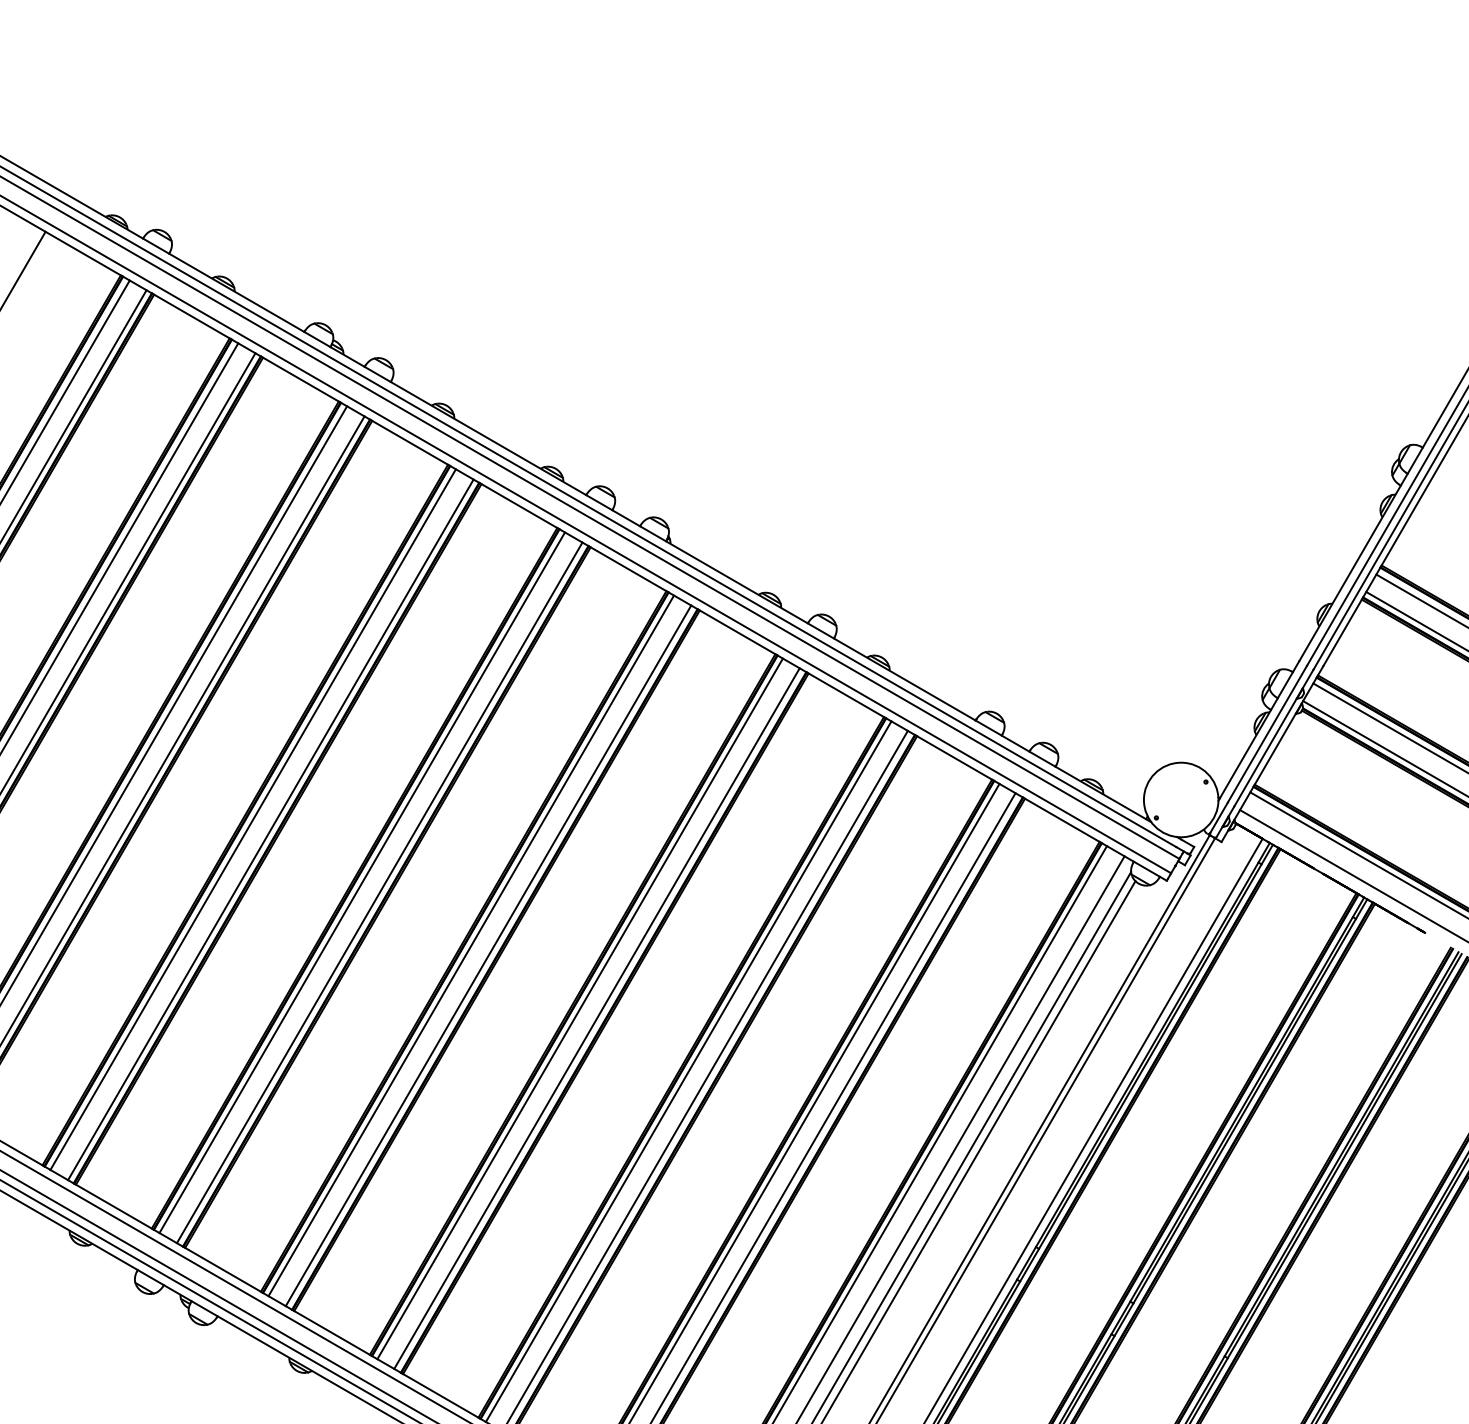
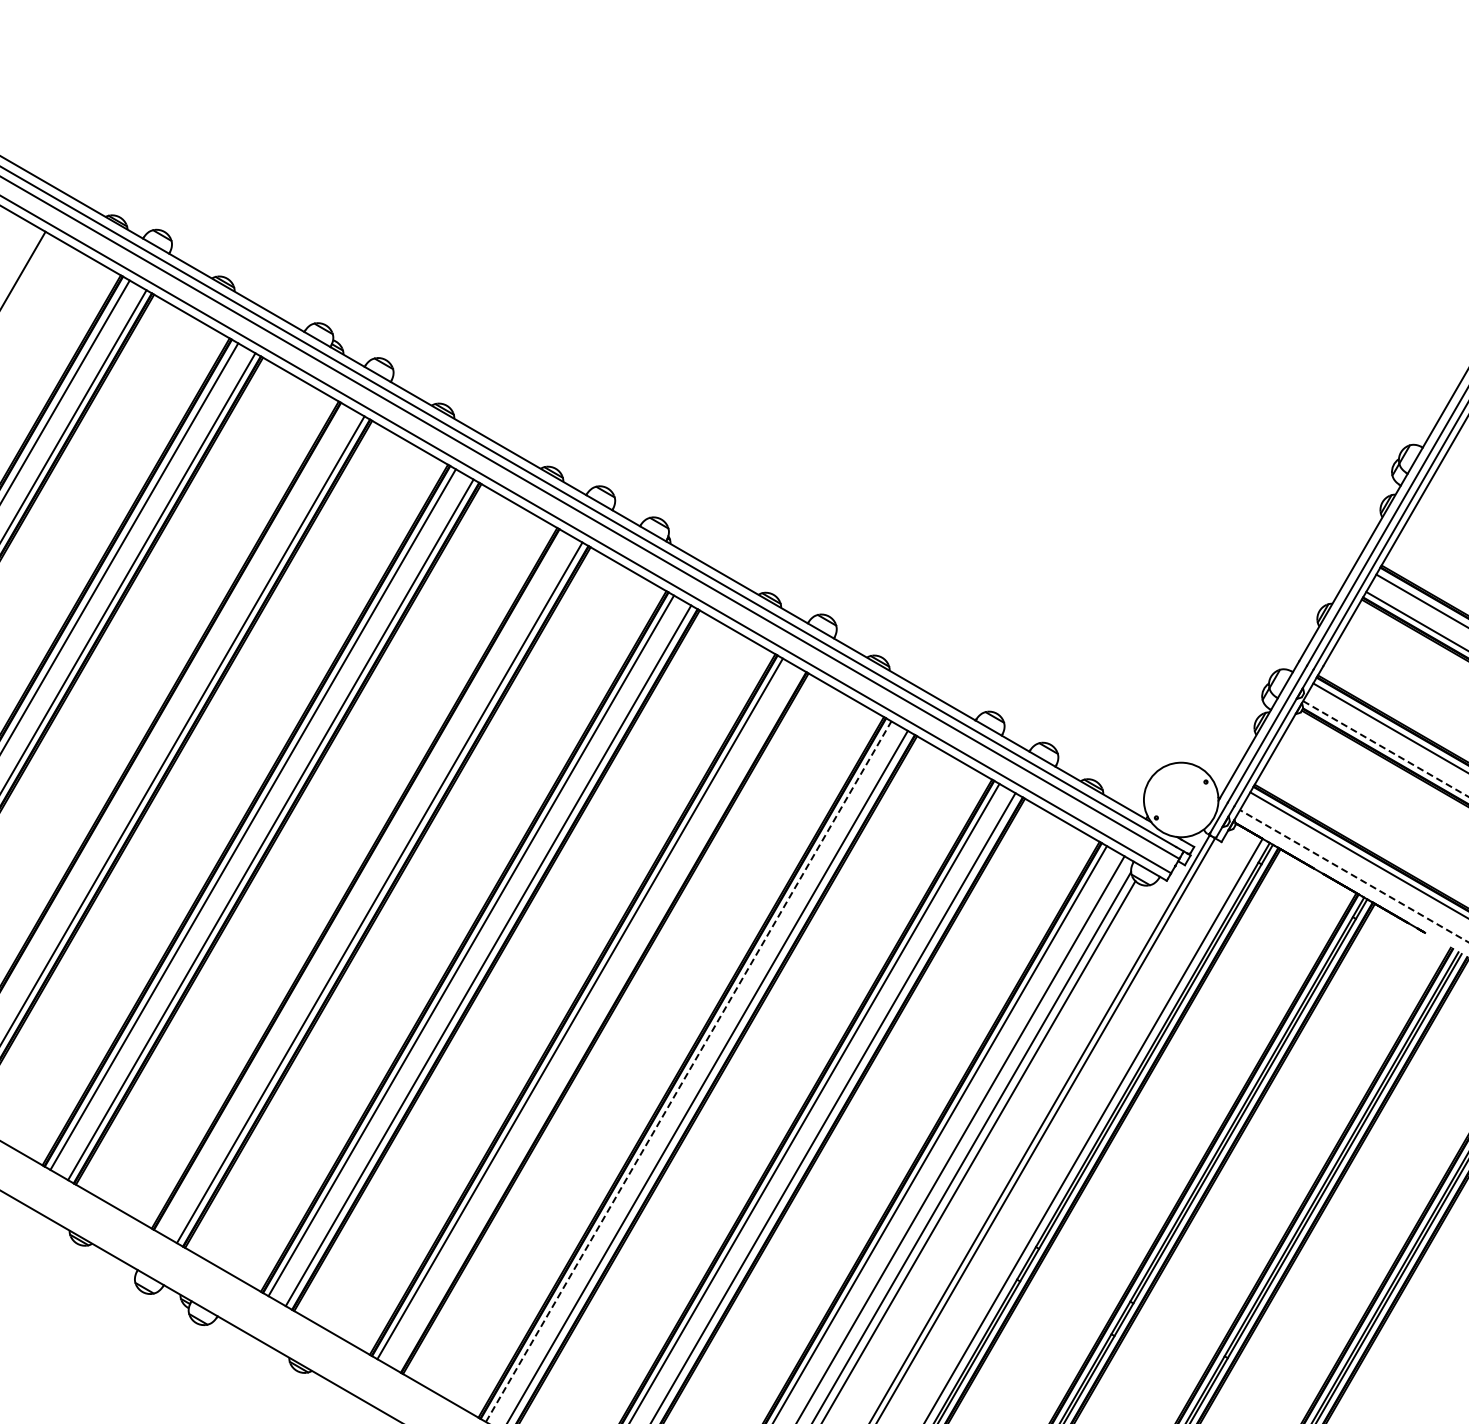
line at (174, 704): present -> none
line at (1386, 749): solid -> dashed
line at (1354, 876): solid -> dashed
line at (362, 882): present -> none
line at (596, 1018): present -> none
line at (688, 1071): solid -> dashed
line at (234, 1286): present -> none
line at (217, 1295): present -> none
line at (209, 1300): present -> none
